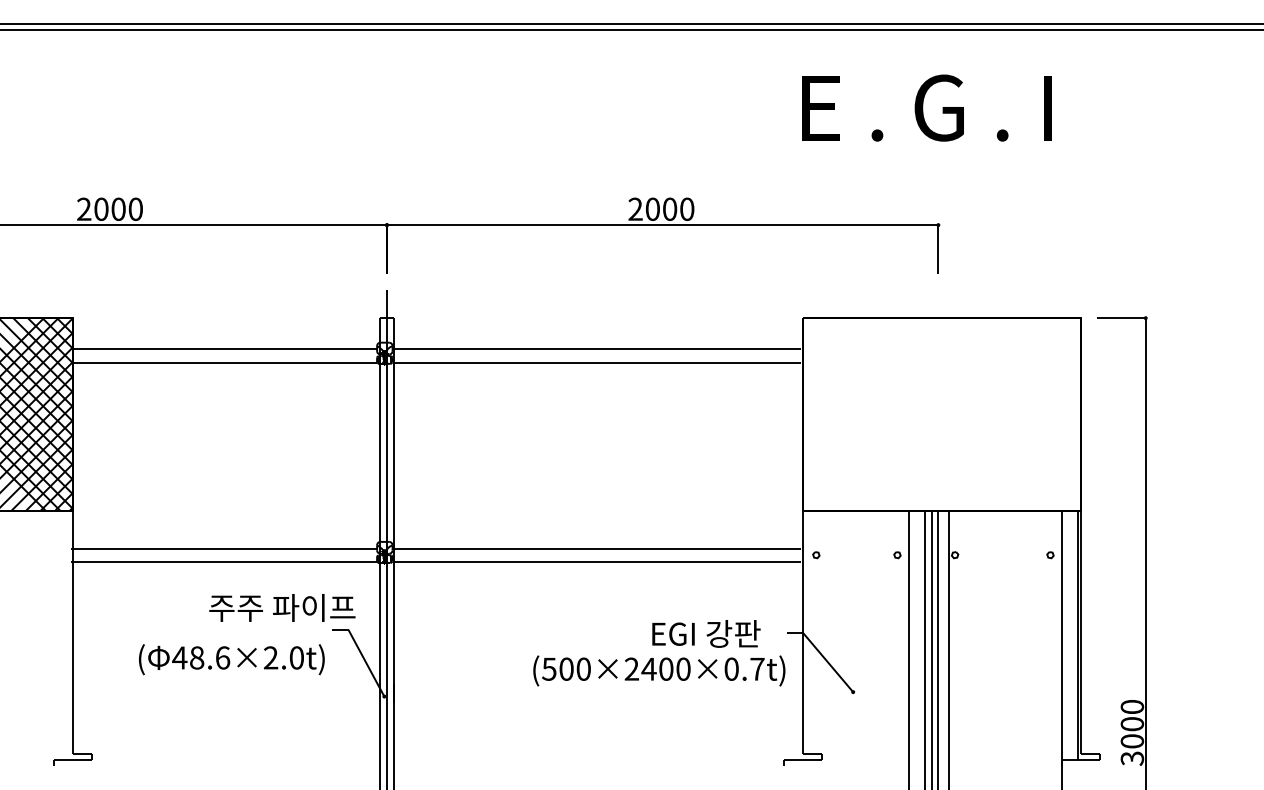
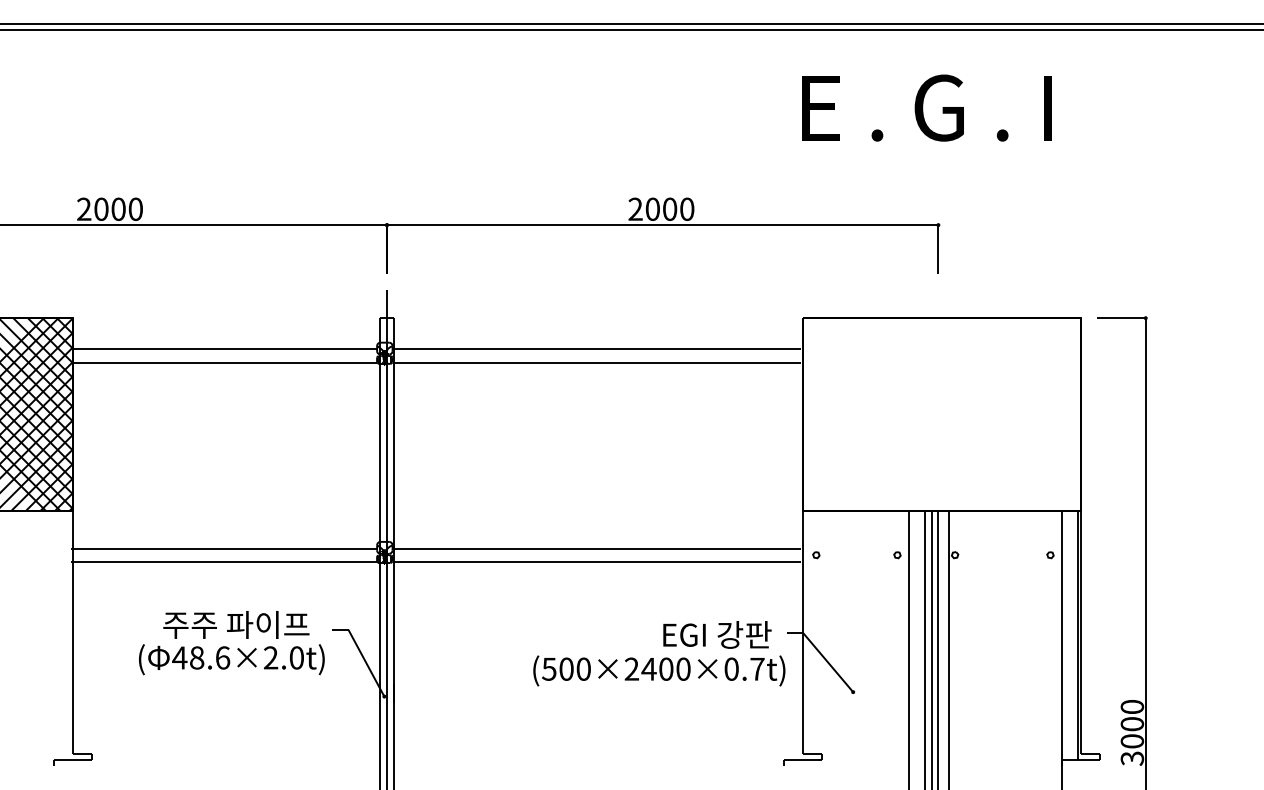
text at (282, 607) position: (282, 607) -> (236, 624)
text at (706, 633) position: (706, 633) -> (717, 634)
